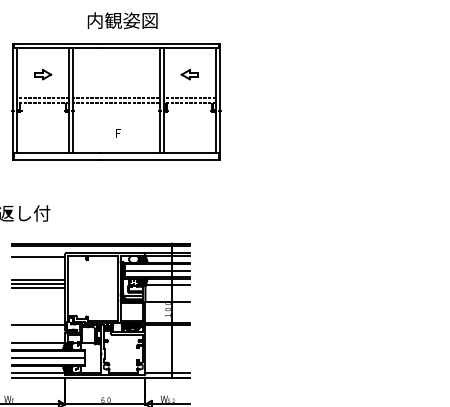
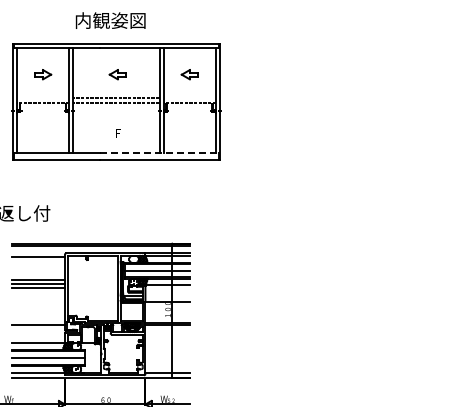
text at (122, 20) position: (122, 20) -> (110, 20)
part at (117, 74): none -> present
line at (42, 97): present -> none
line at (189, 97): present -> none
line at (159, 152): solid -> dashed
